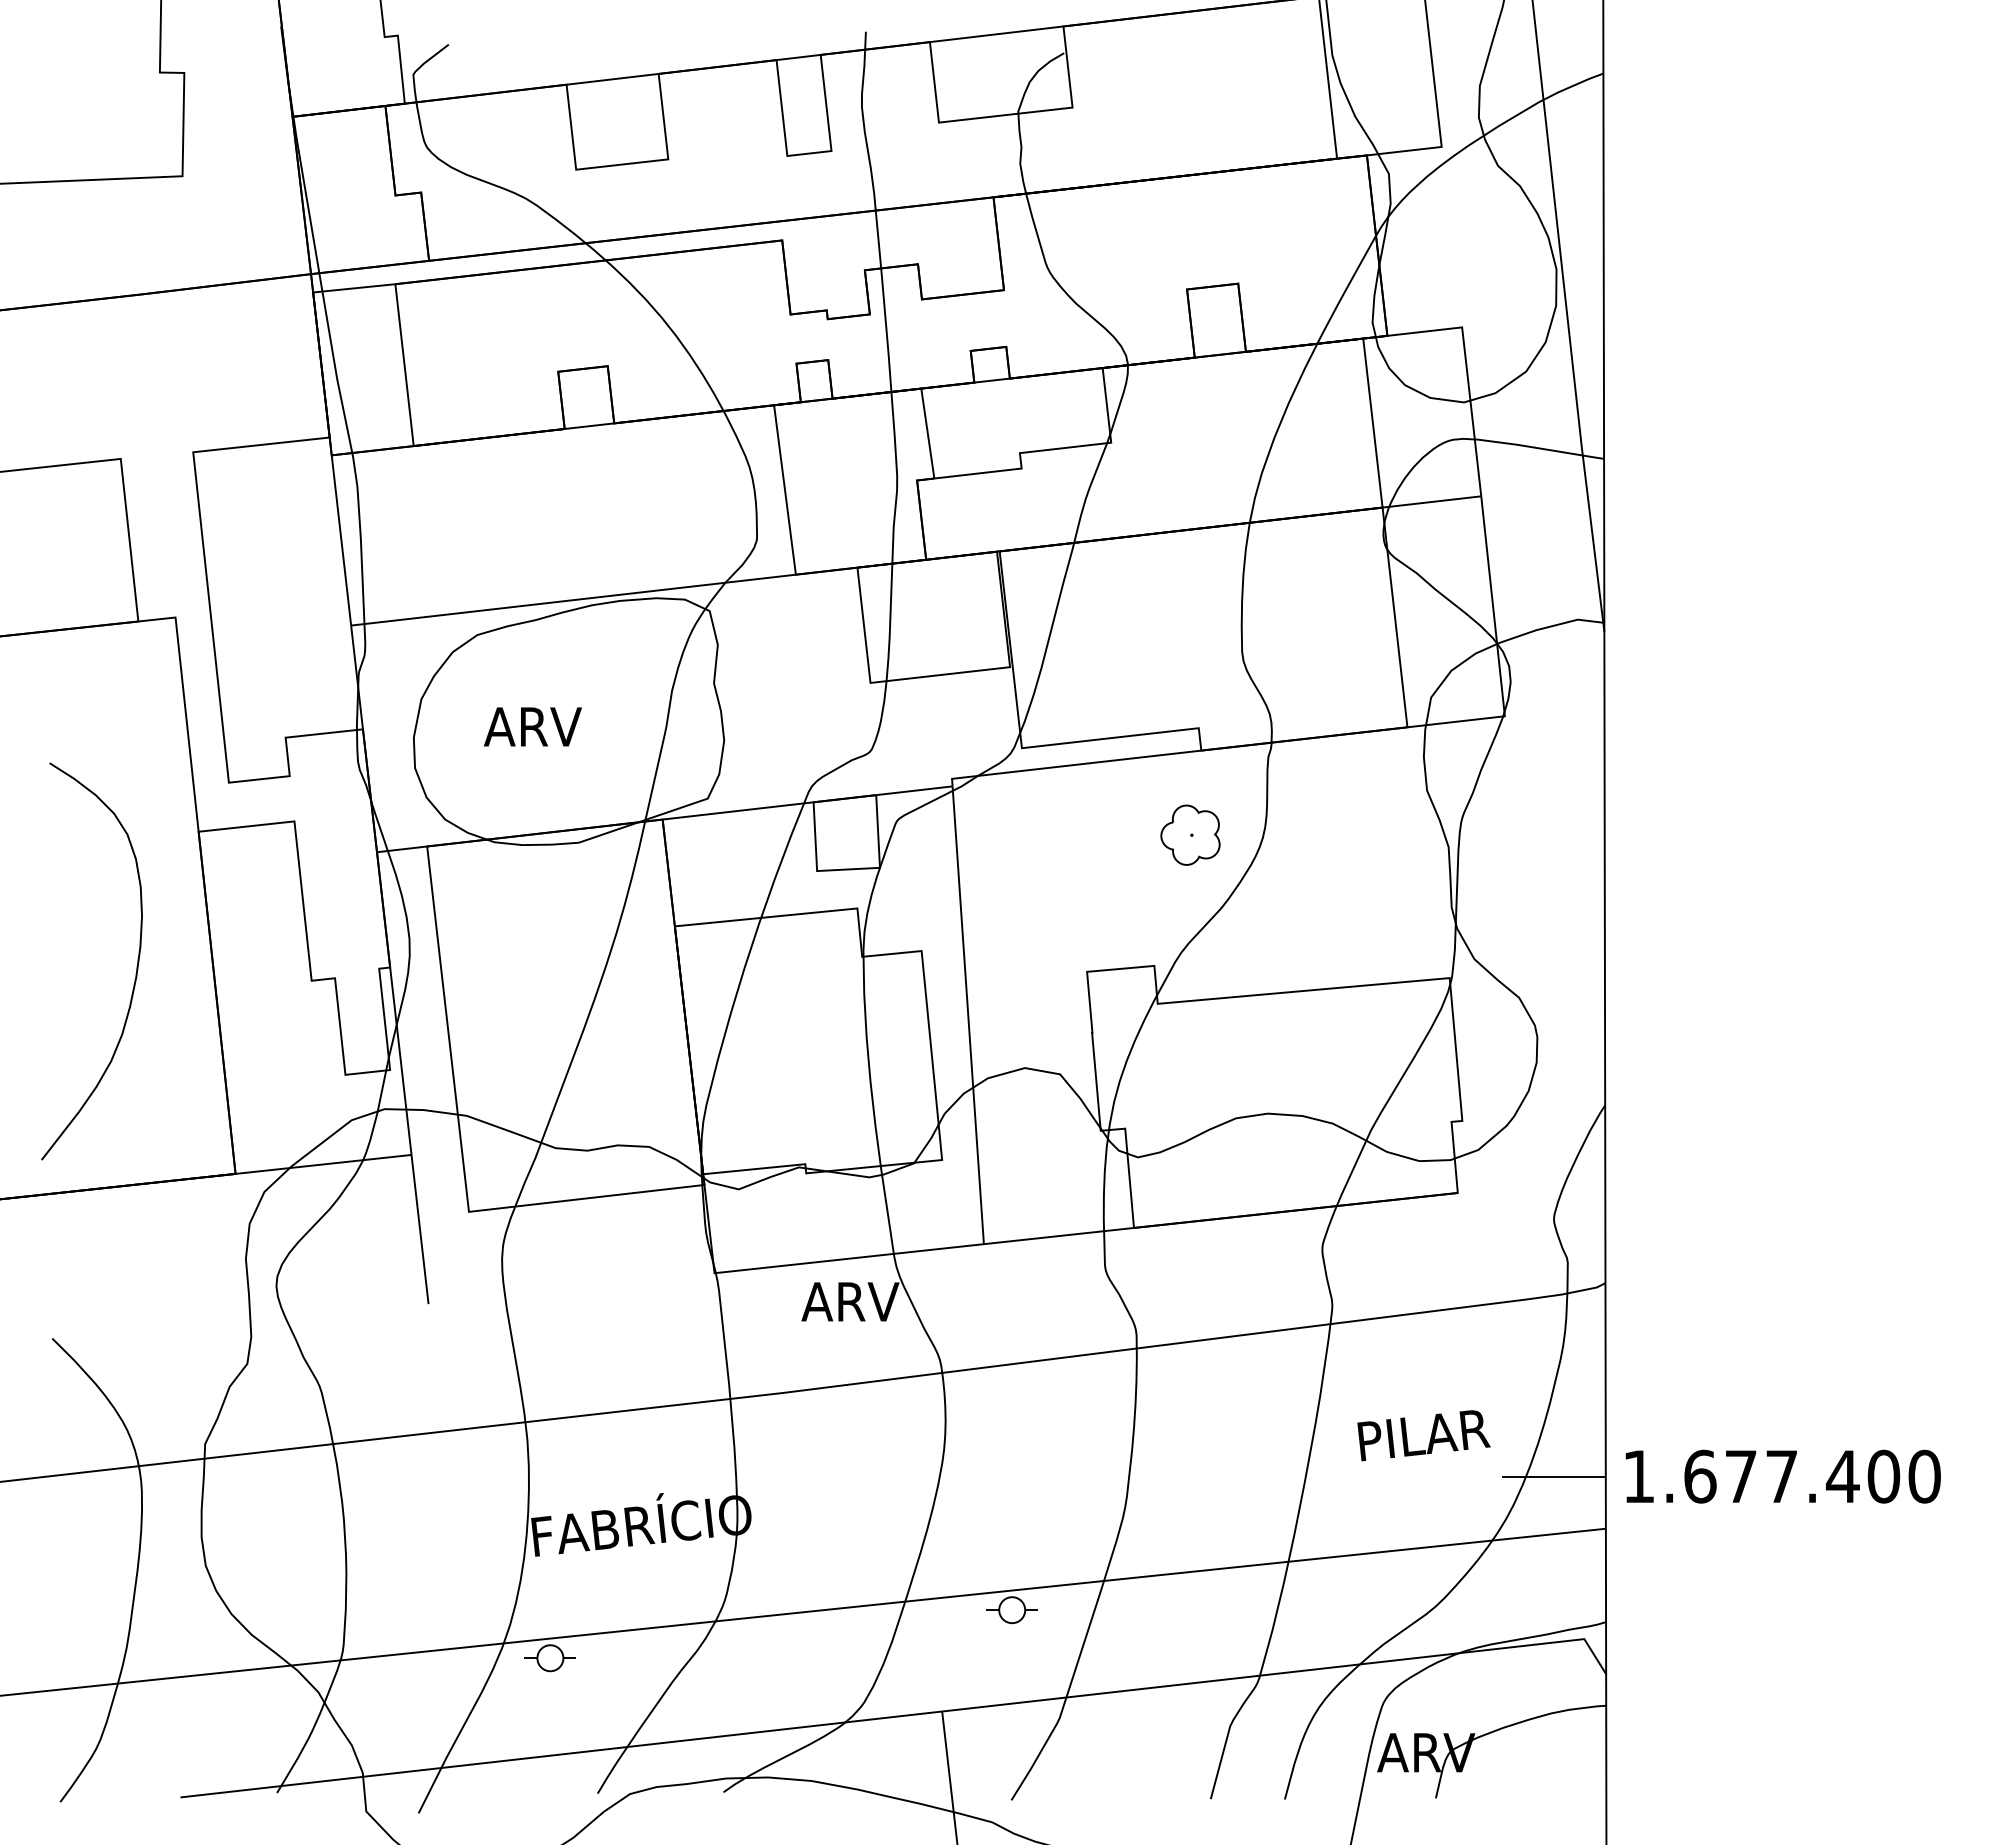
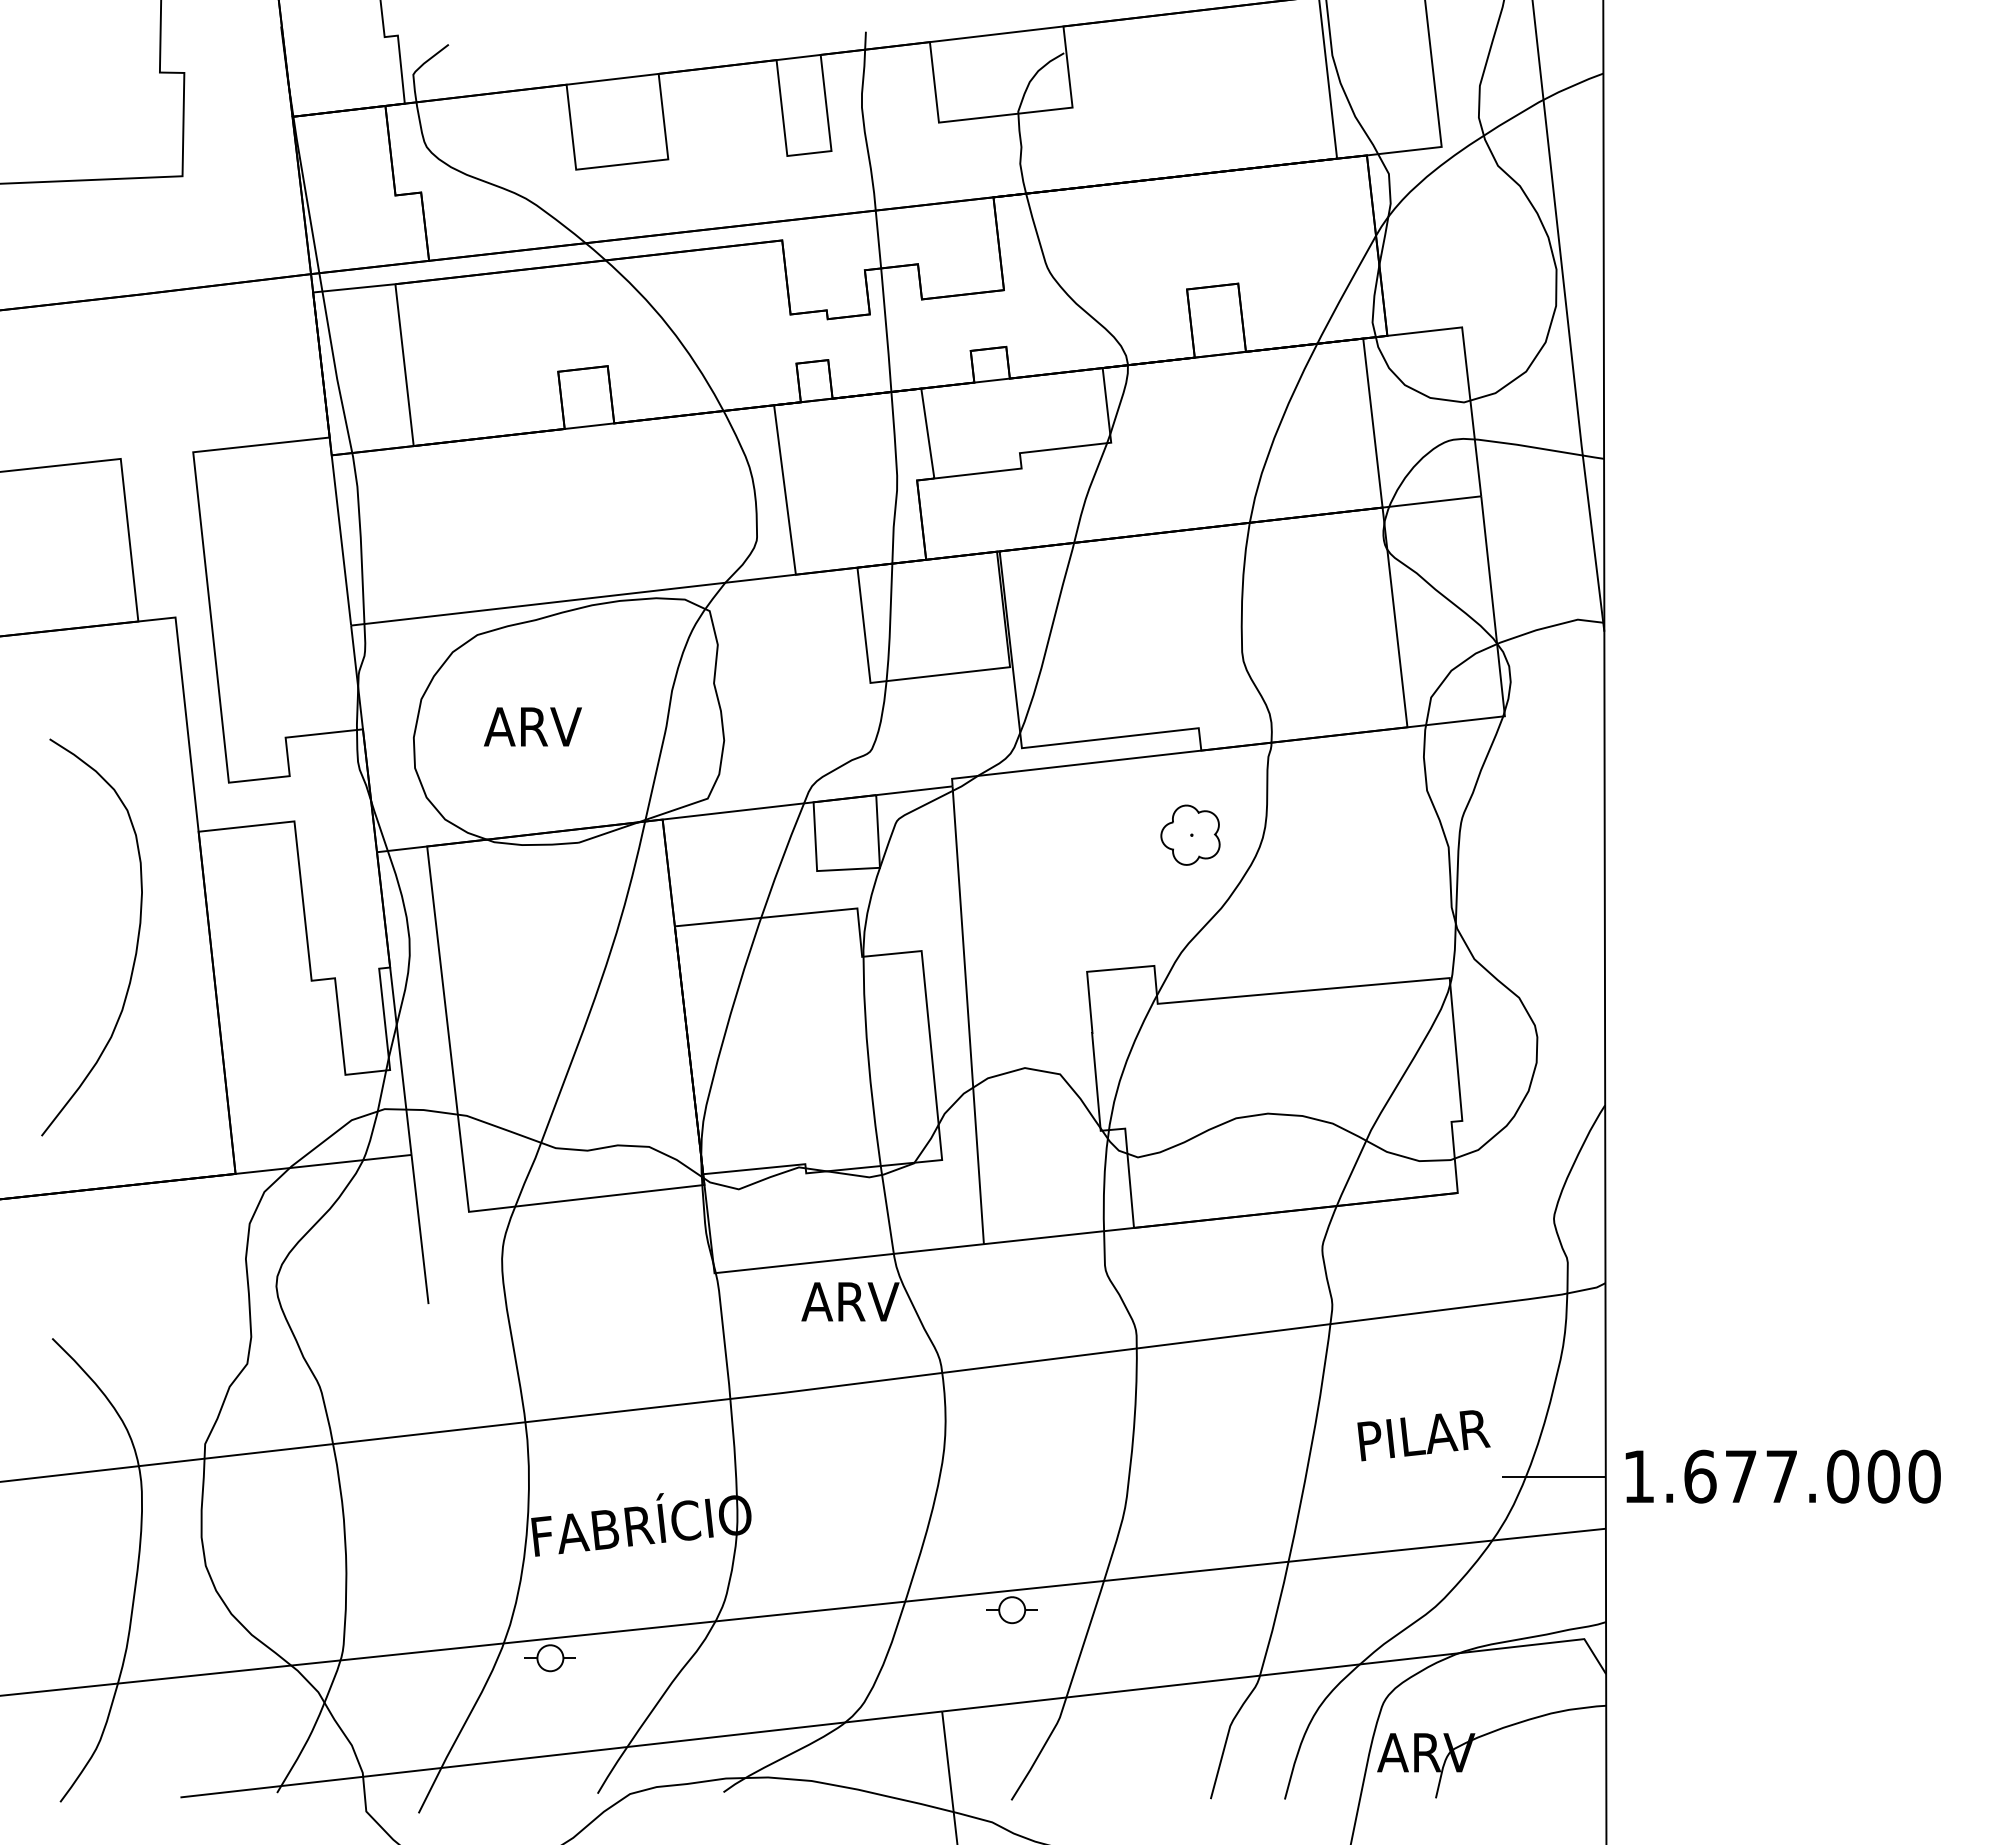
curve at (136, 966) position: (136, 966) -> (136, 942)
text at (1842, 1476): 1.677.400 -> 1.677.000
